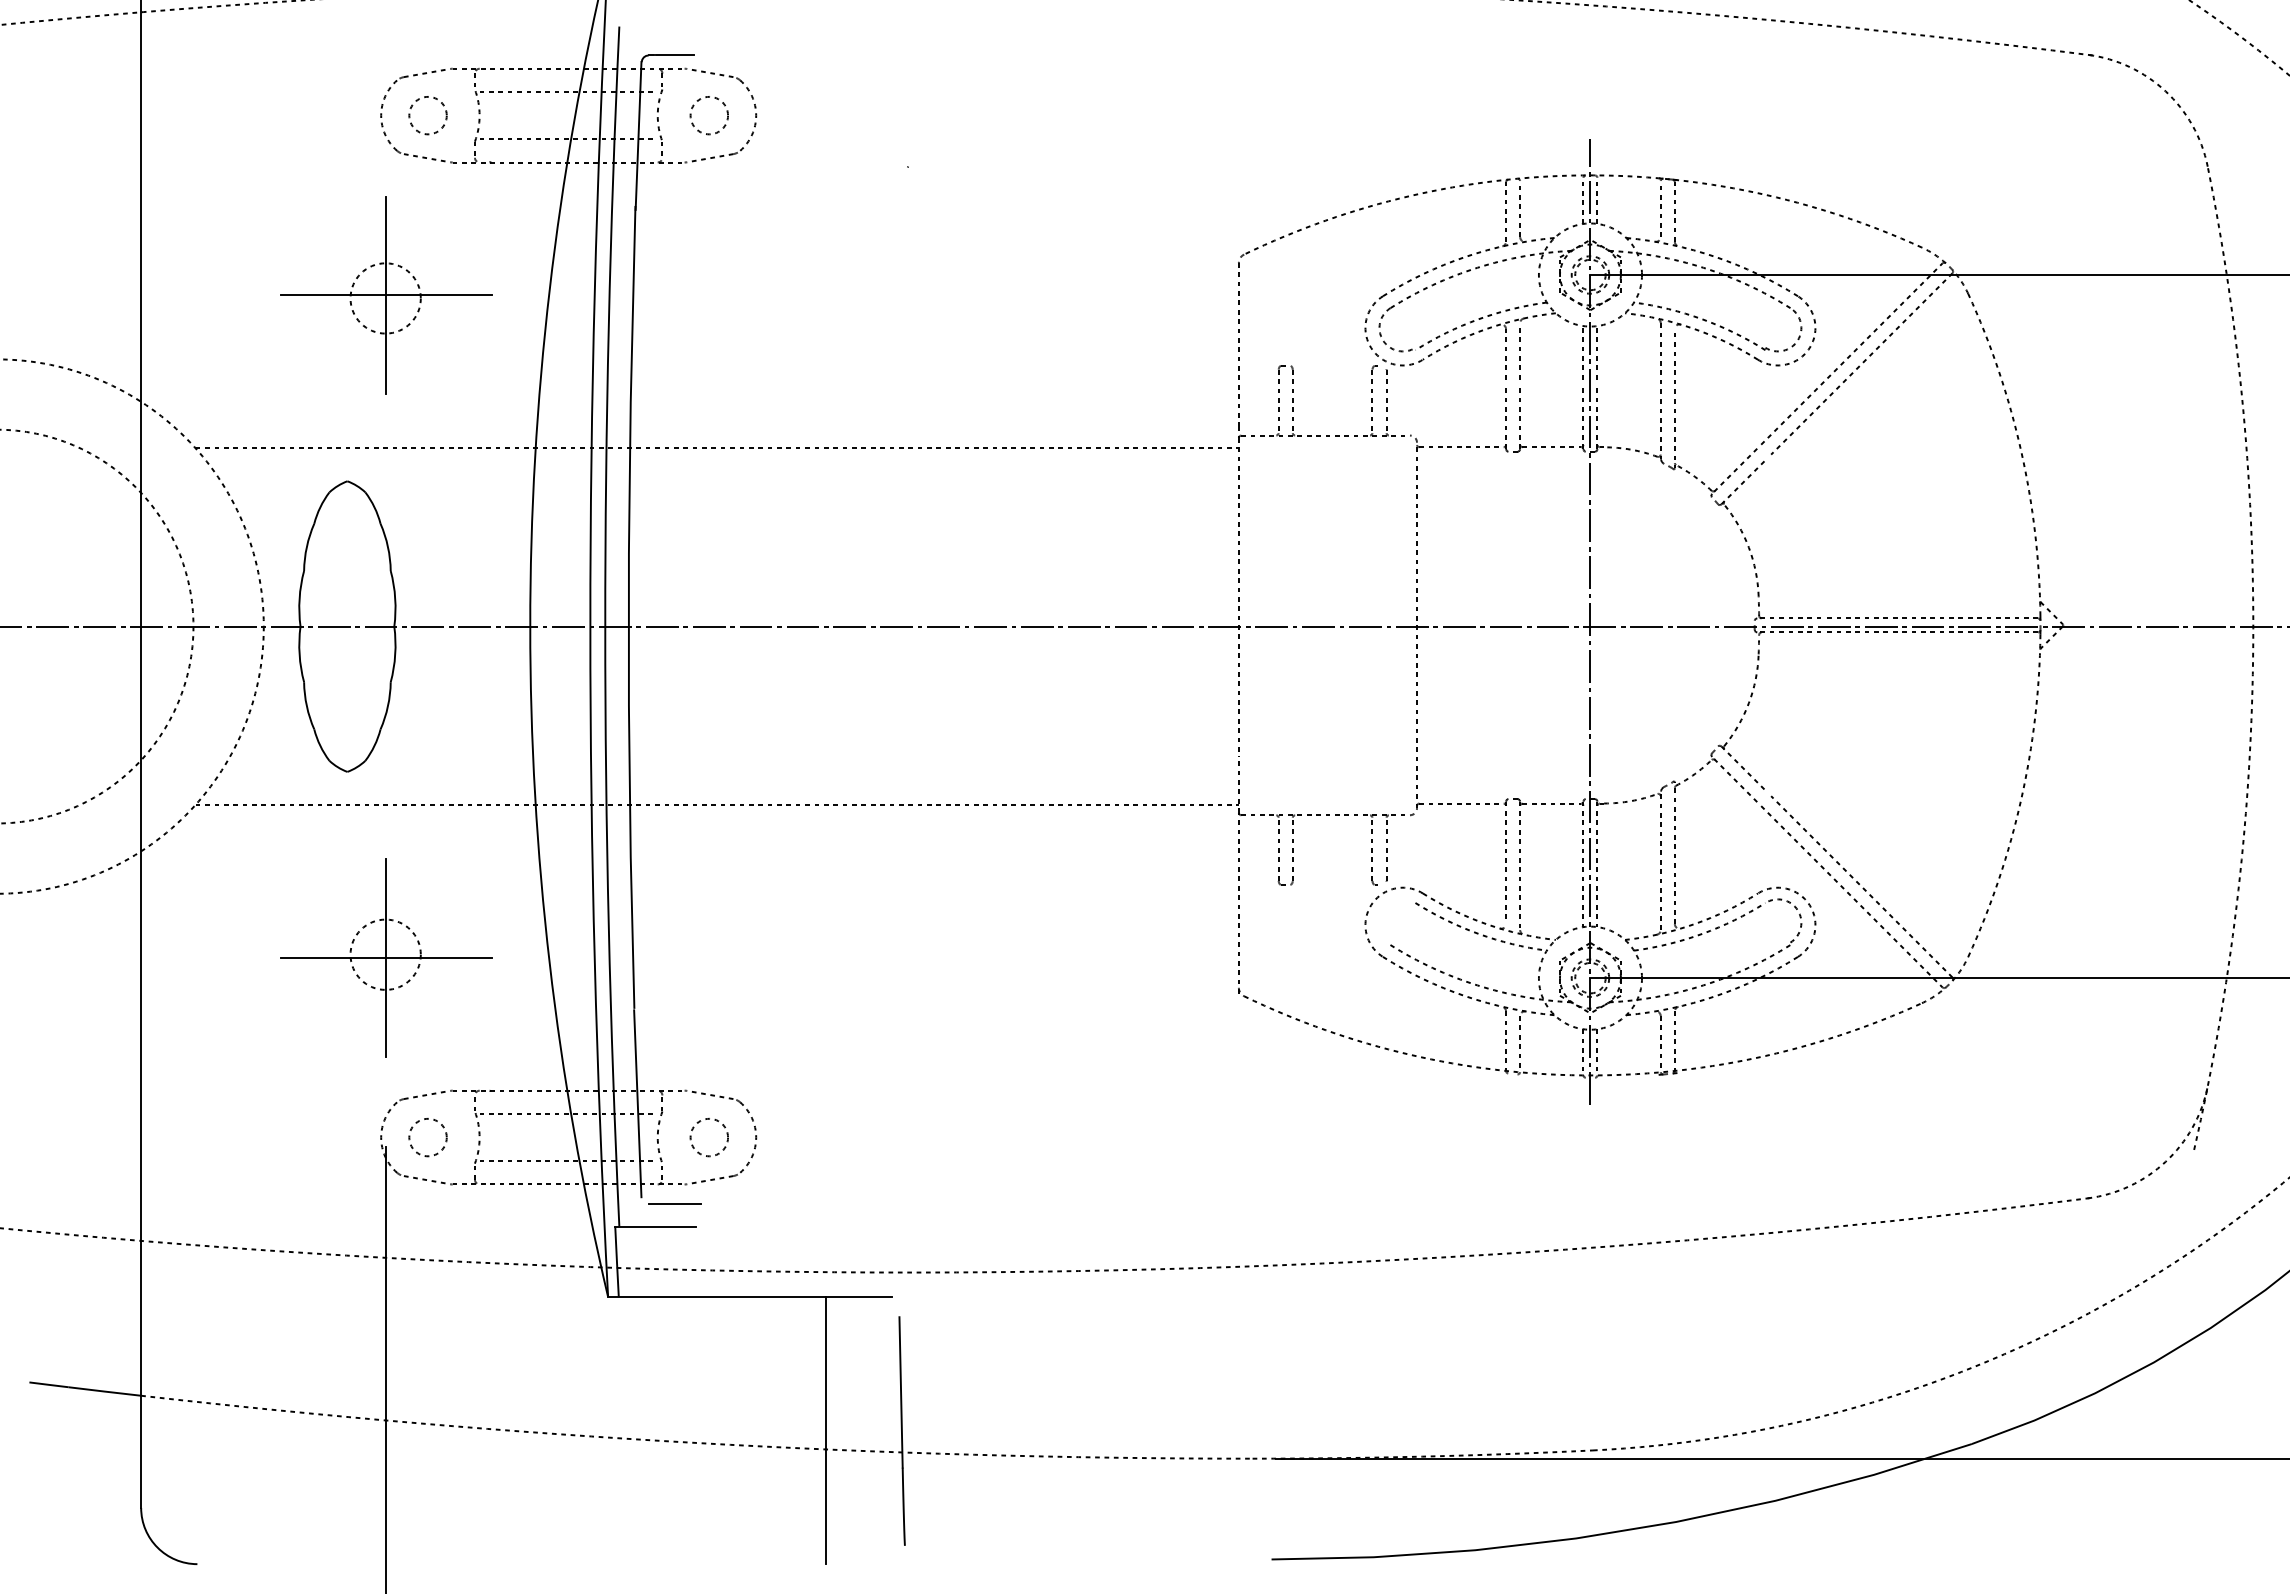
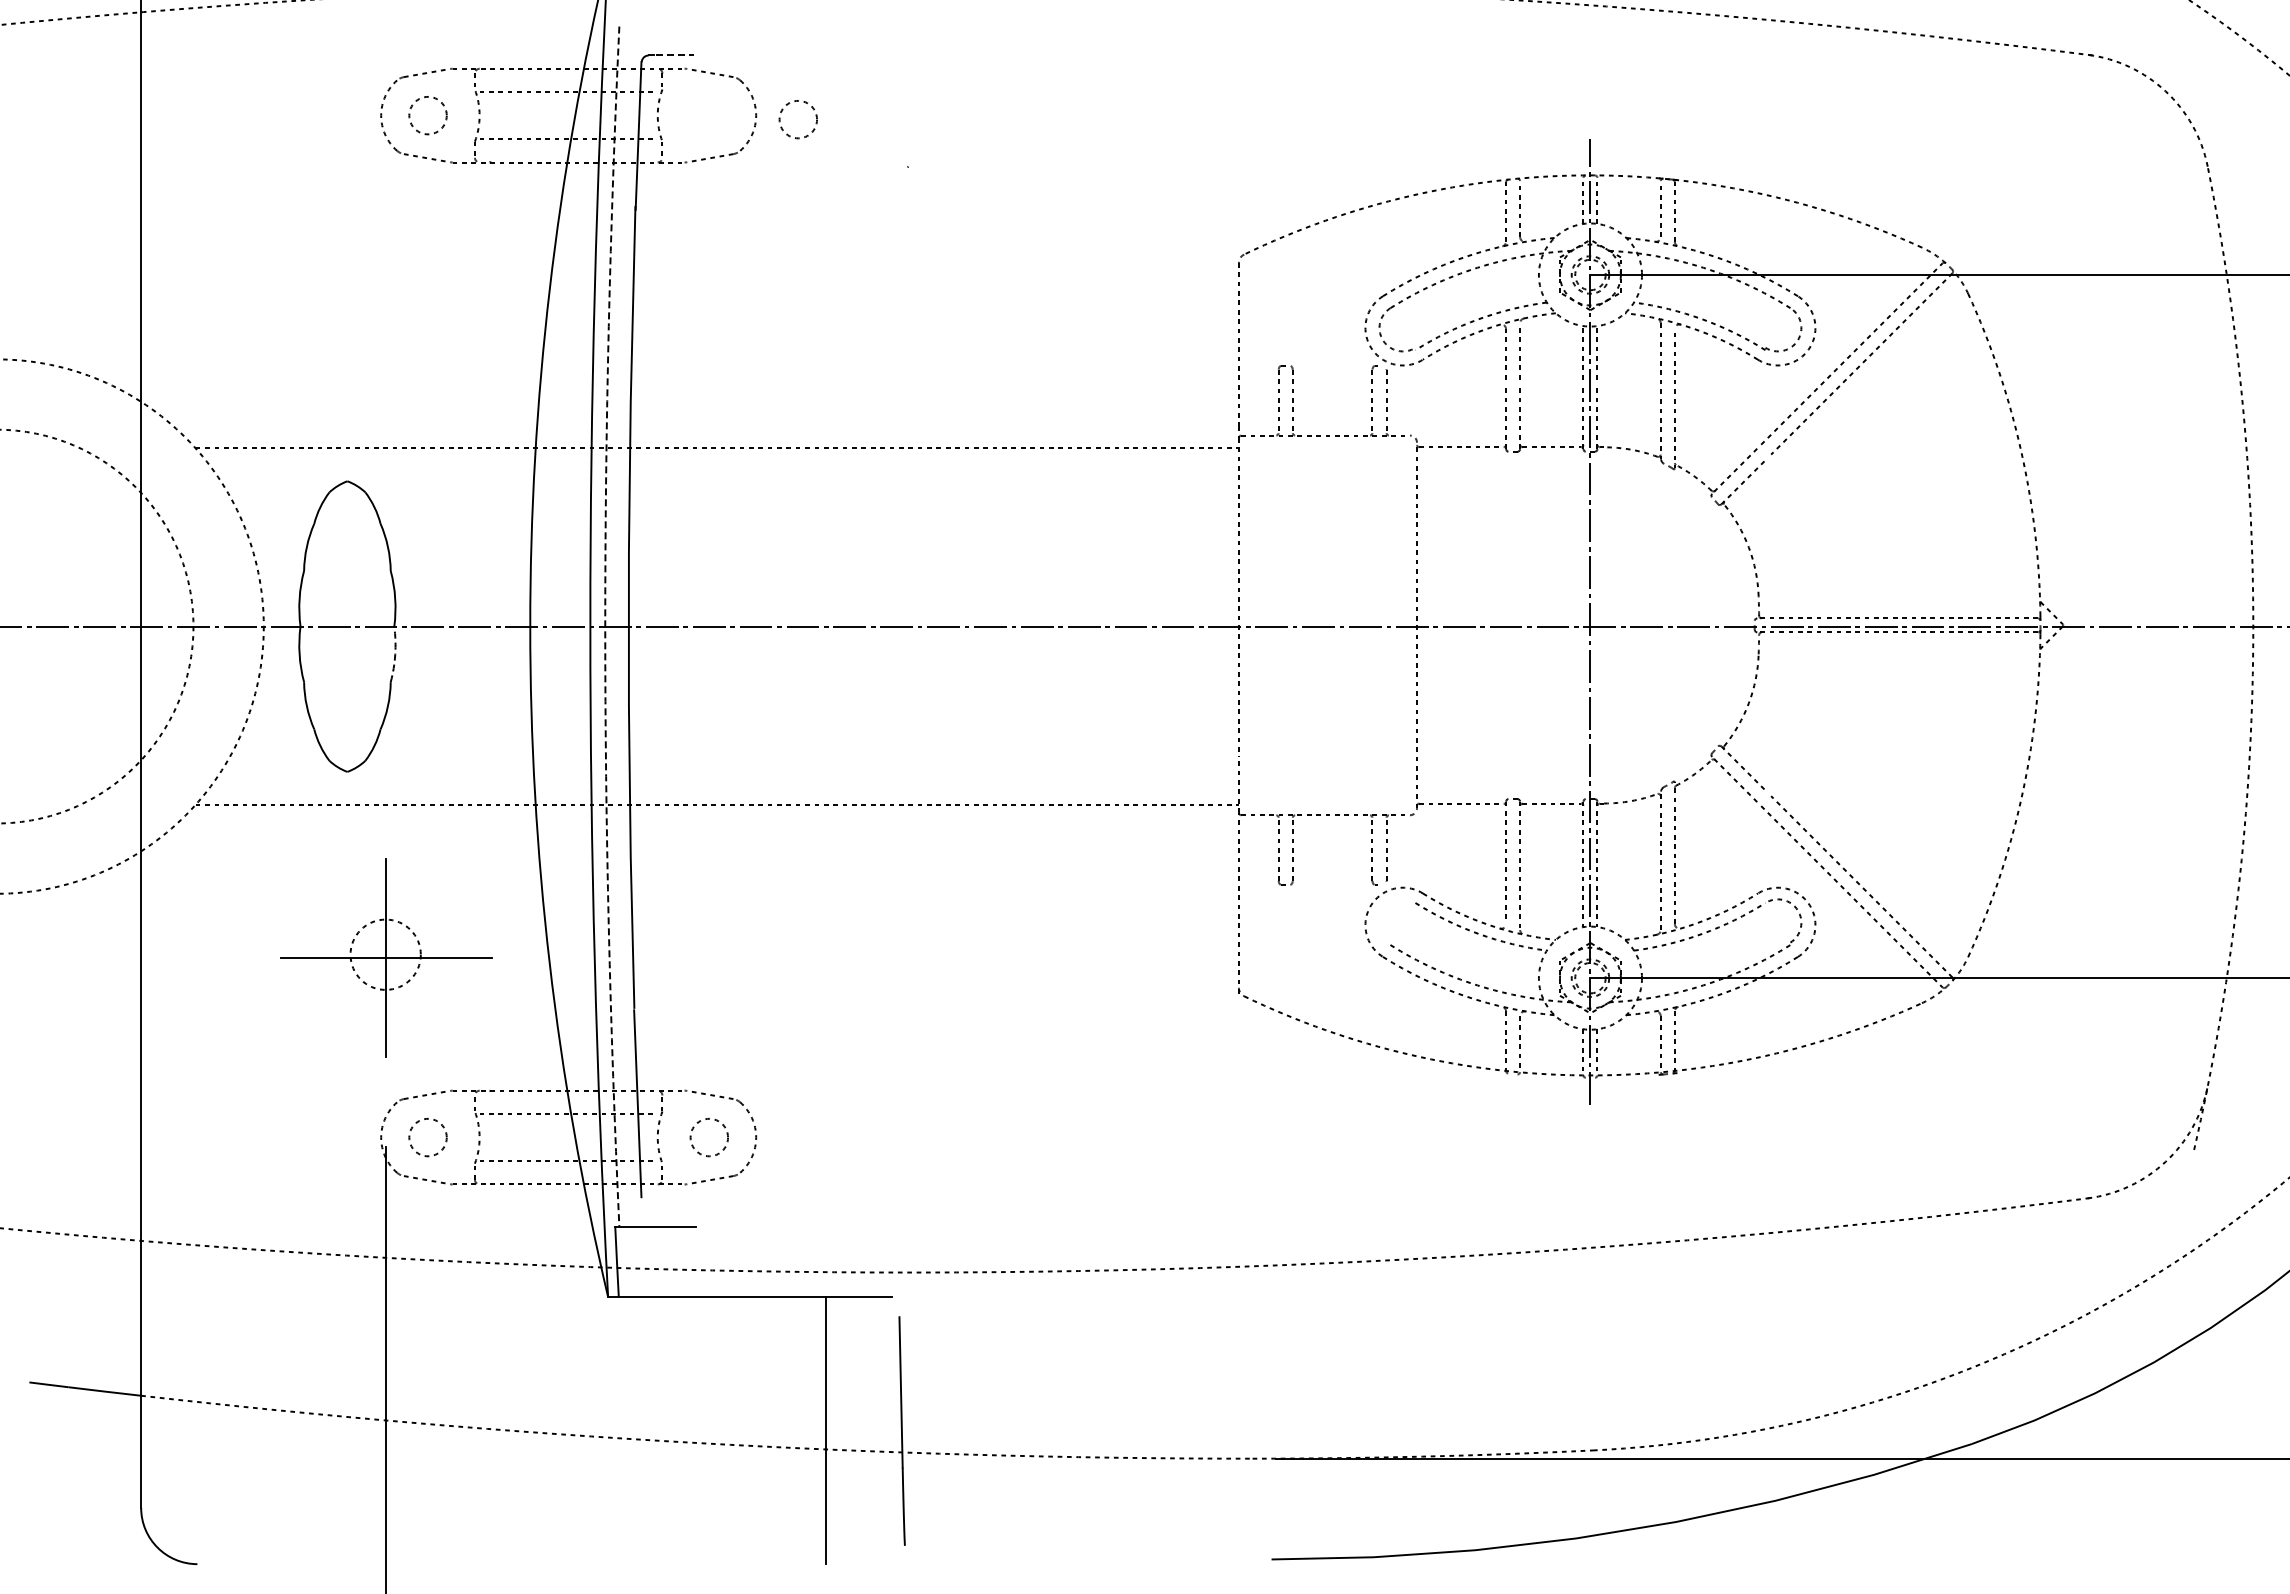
line at (675, 55): solid -> dashed
circle at (708, 115) position: (708, 115) -> (797, 119)
part at (386, 295): present -> none
arc at (605, 626): solid -> dashed
arc at (395, 654): solid -> dashed
line at (674, 1203): present -> none
